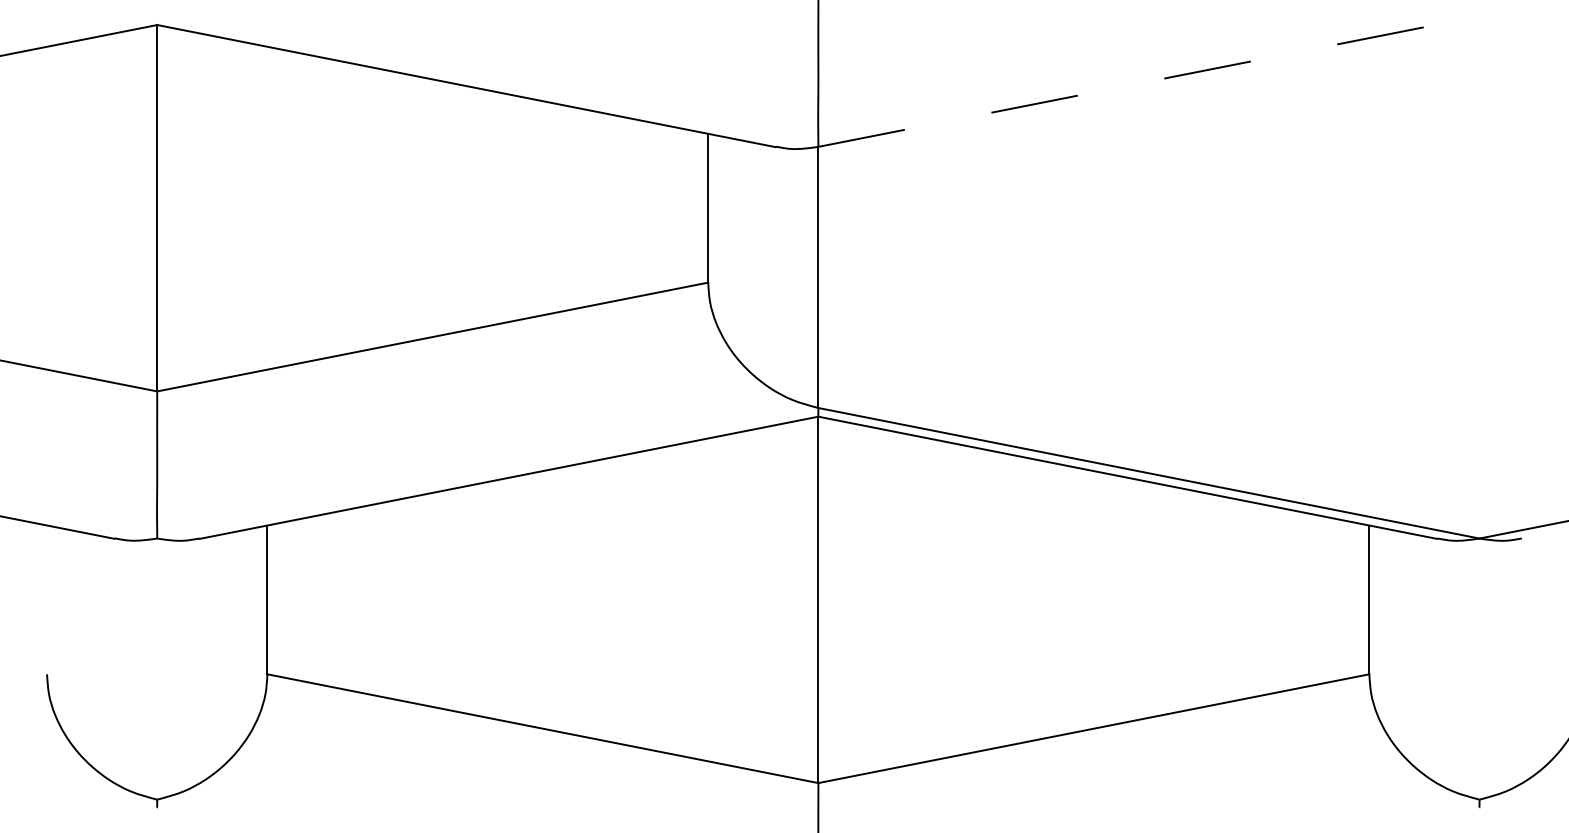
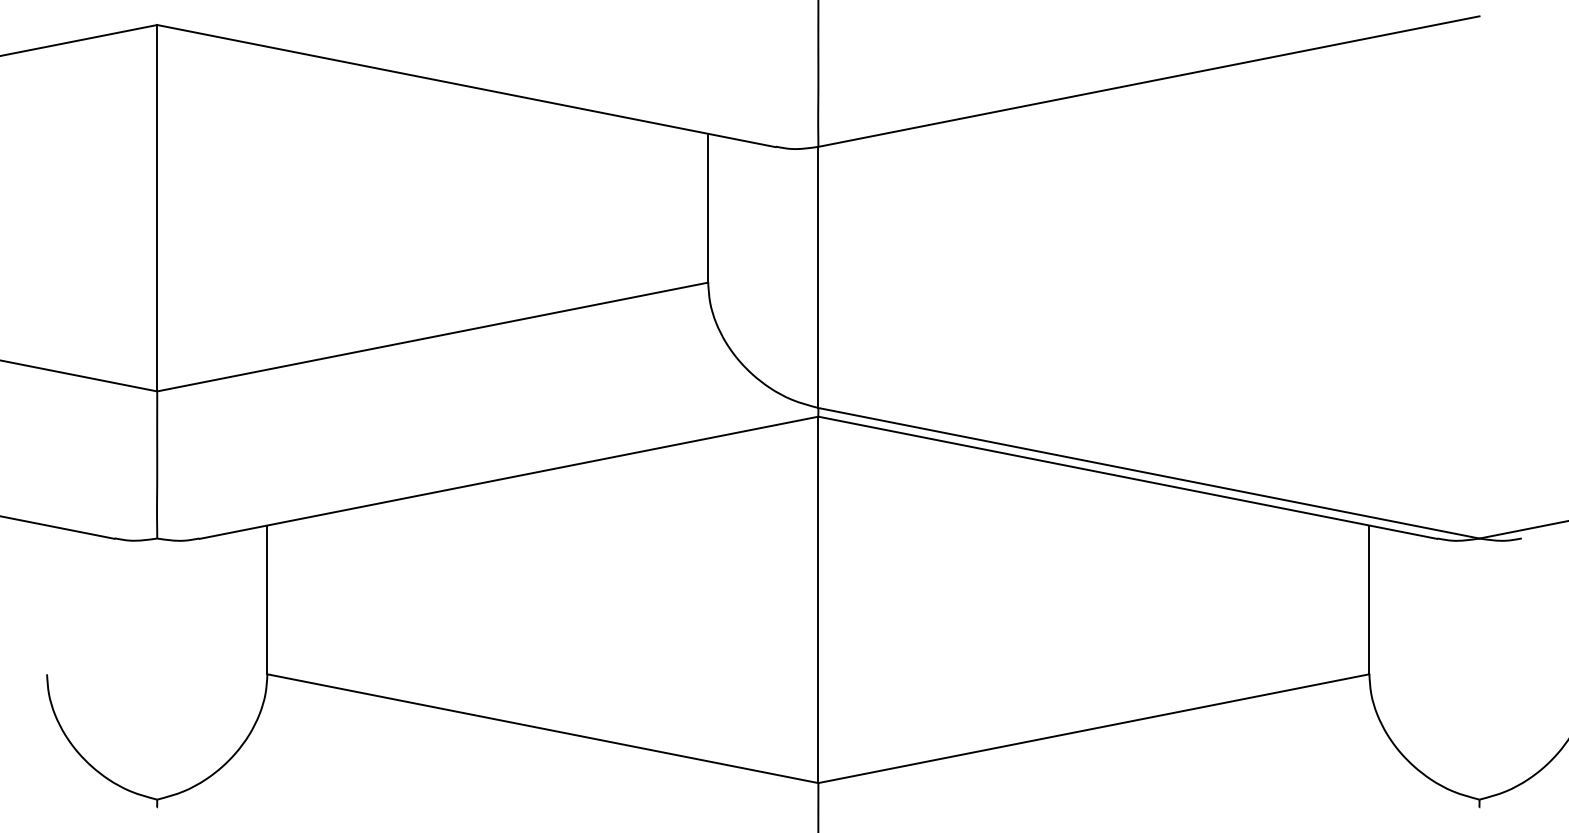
line at (1148, 81): dashed -> solid
